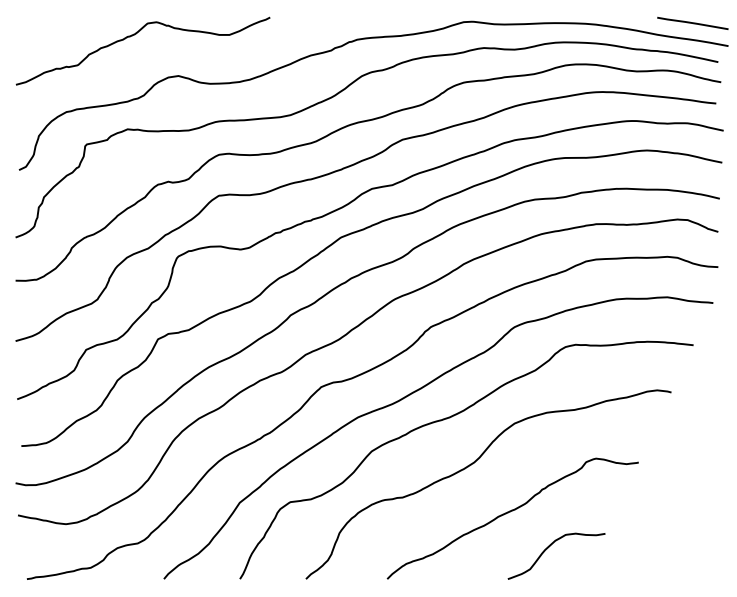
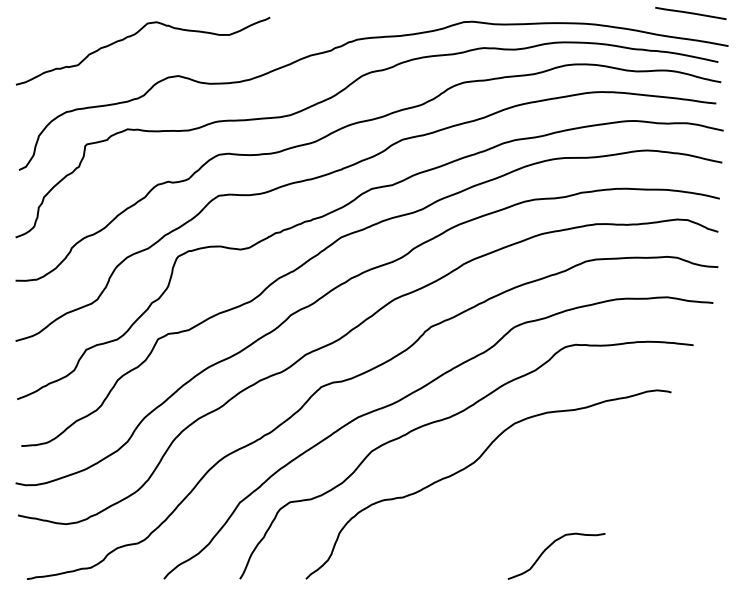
line at (692, 22) position: (692, 22) -> (690, 12)
curve at (510, 512): present -> none
